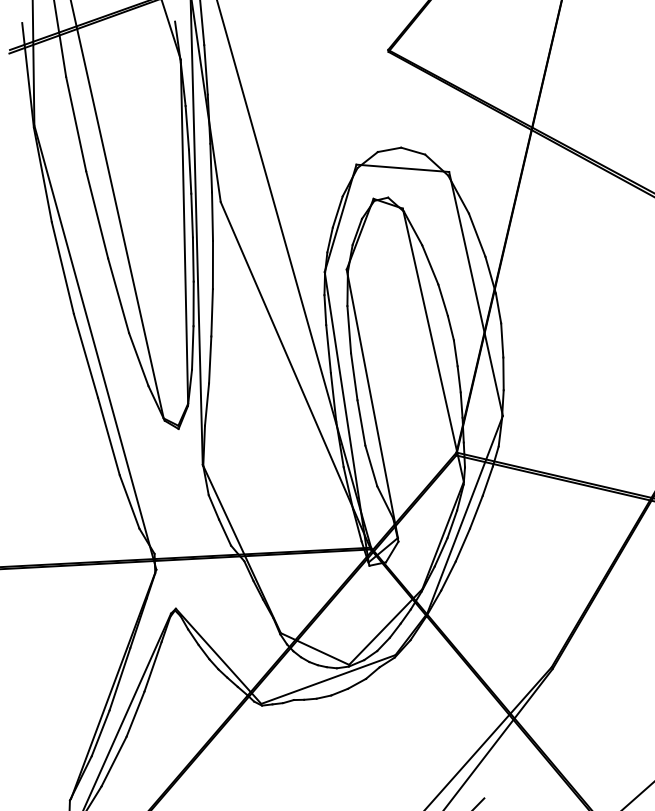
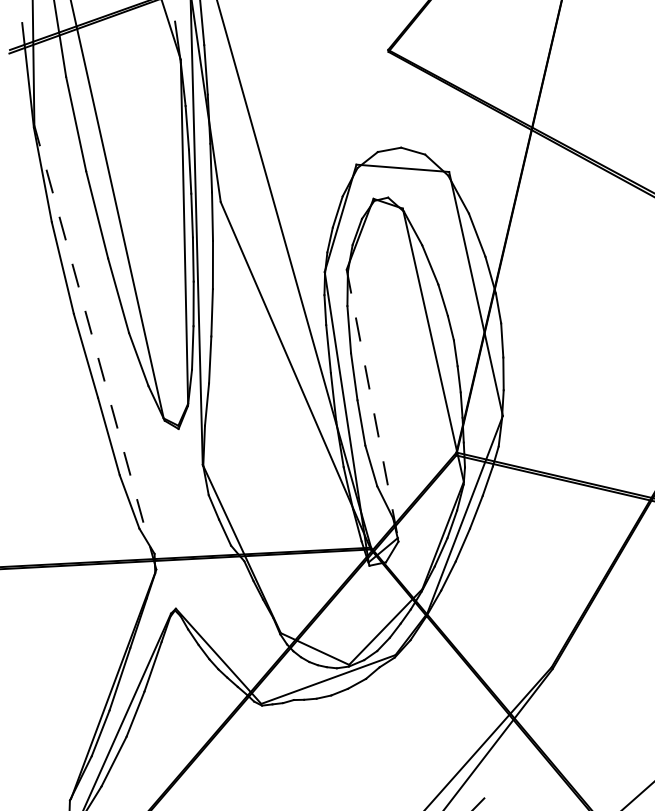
line at (95, 347): solid -> dashed
line at (372, 403): solid -> dashed
